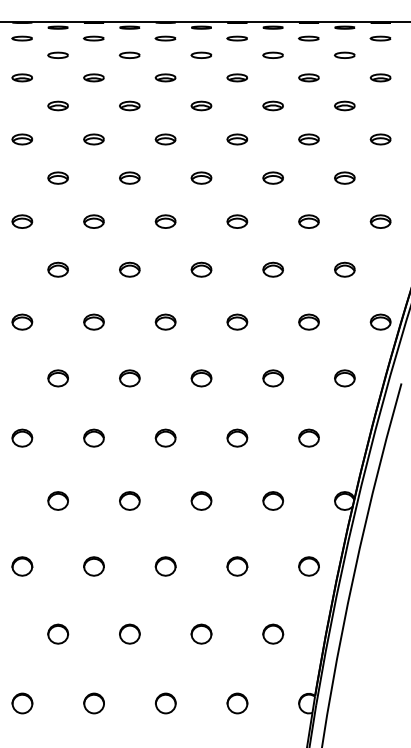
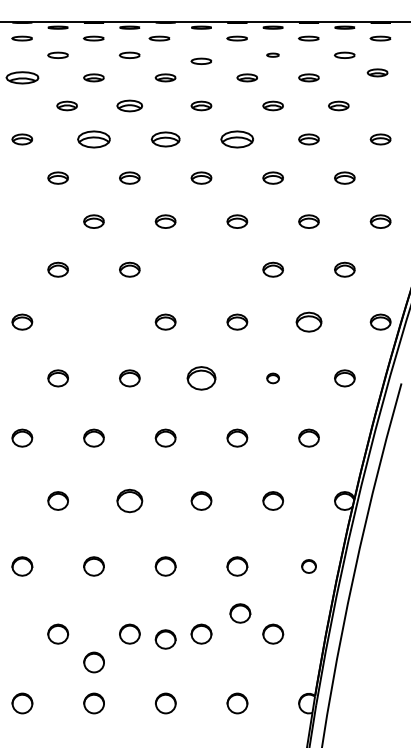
part at (165, 38) position: (165, 38) -> (159, 38)
part at (201, 54) position: (201, 54) -> (201, 60)
part at (272, 54) size: 22x8 px -> 14x6 px
part at (21, 77) size: 22x10 px -> 35x14 px
part at (236, 77) position: (236, 77) -> (246, 77)
part at (380, 77) position: (380, 77) -> (377, 72)
part at (57, 105) position: (57, 105) -> (66, 105)
part at (129, 105) size: 22x12 px -> 27x14 px
part at (344, 105) position: (344, 105) -> (338, 105)
part at (93, 139) size: 22x13 px -> 34x19 px
part at (165, 139) size: 23x13 px -> 31x17 px
part at (237, 139) size: 23x13 px -> 34x19 px
part at (22, 221): present -> none
part at (201, 269): present -> none
part at (93, 321): present -> none
part at (308, 321) size: 22x18 px -> 28x22 px
part at (201, 378) size: 23x19 px -> 31x25 px
part at (272, 378) size: 22x19 px -> 14x13 px
part at (129, 500) size: 22x20 px -> 28x26 px
part at (308, 566) size: 22x21 px -> 16x15 px
part at (240, 613): none -> present
part at (165, 639): none -> present
part at (93, 662): none -> present
